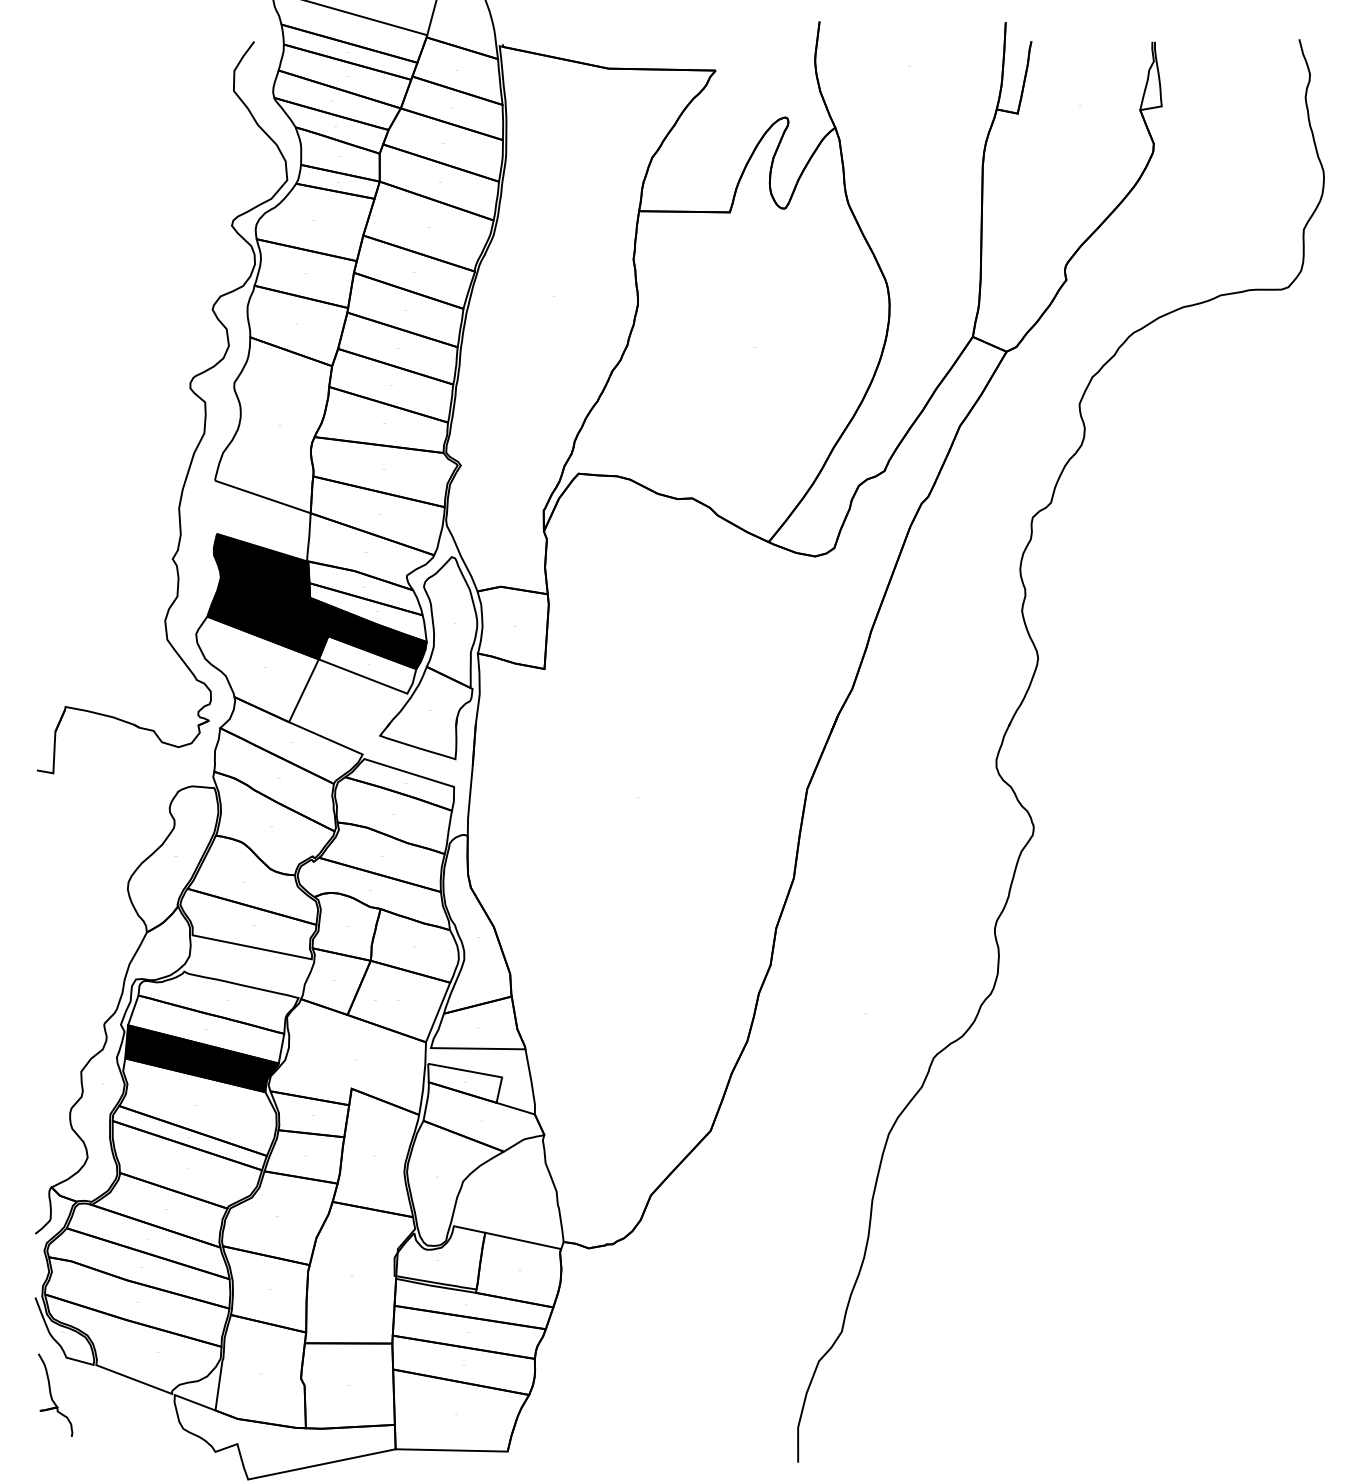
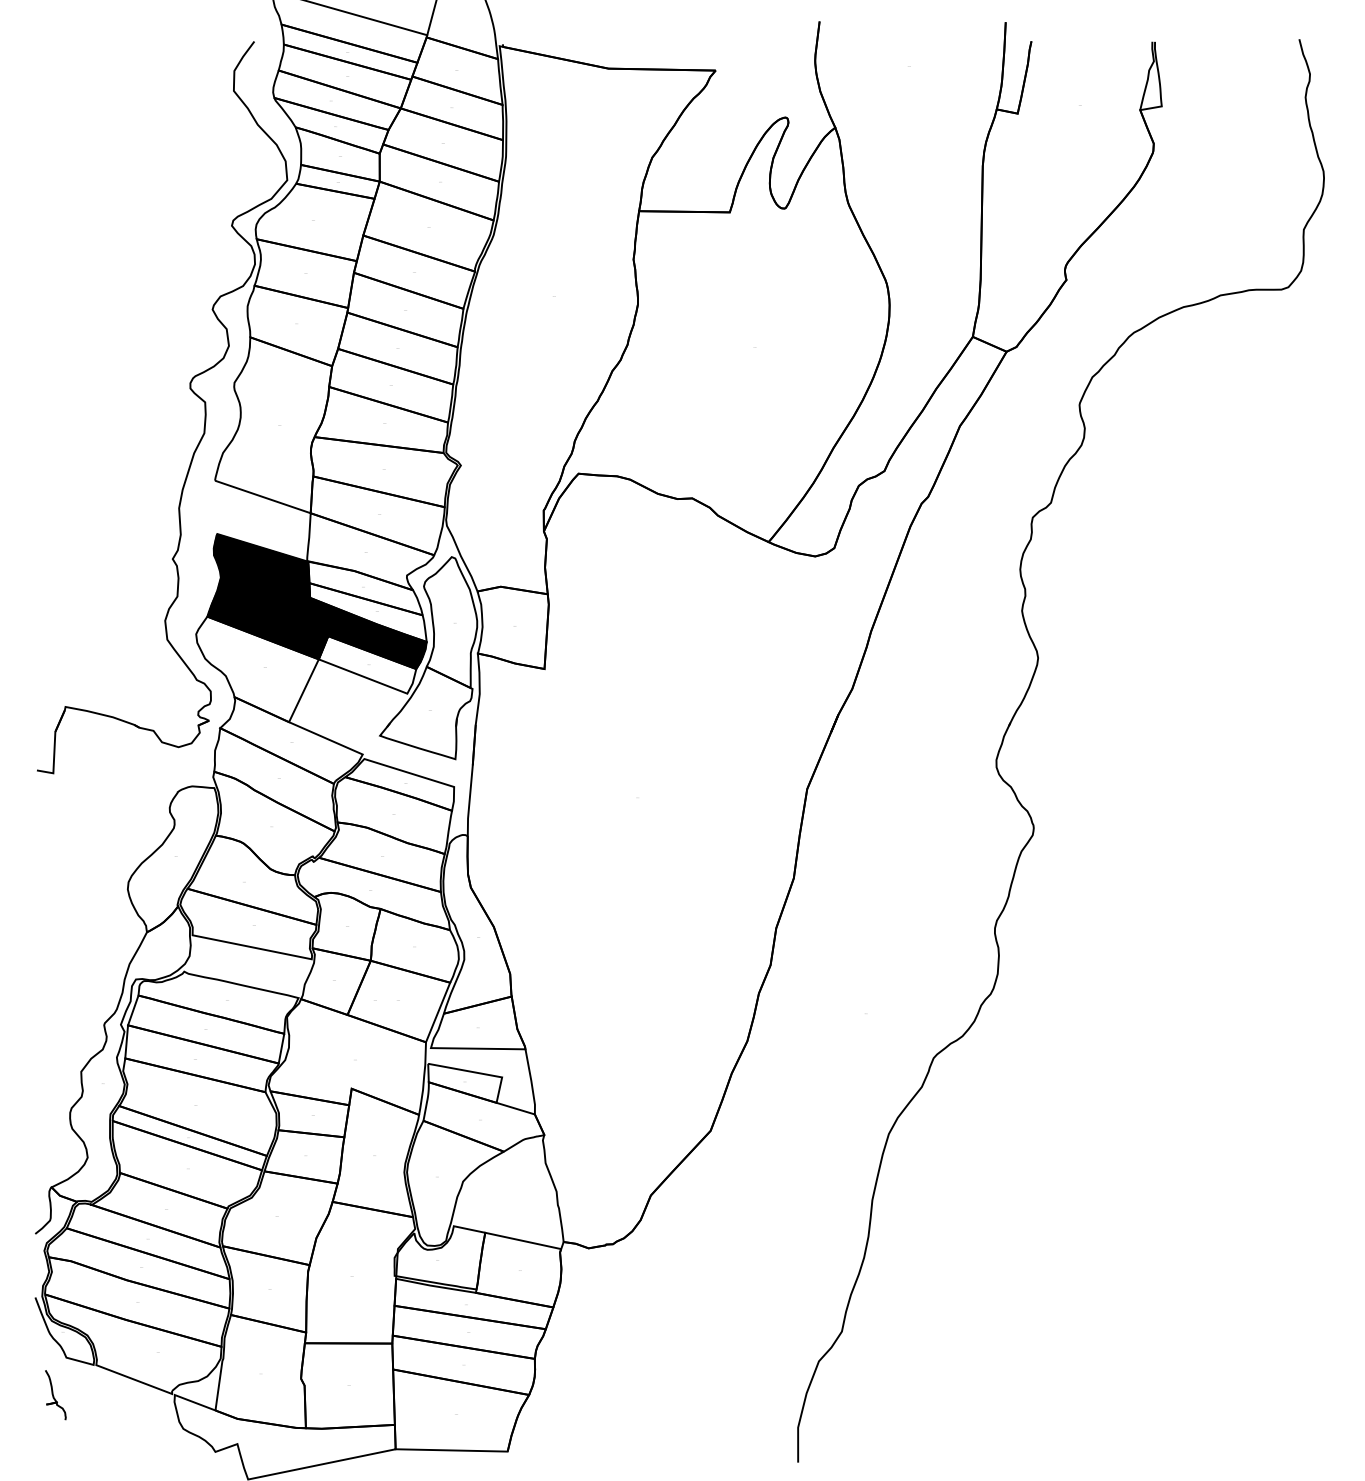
hatch at (201, 1058): present -> none
part at (55, 1394) size: 36x84 px -> 22x51 px
